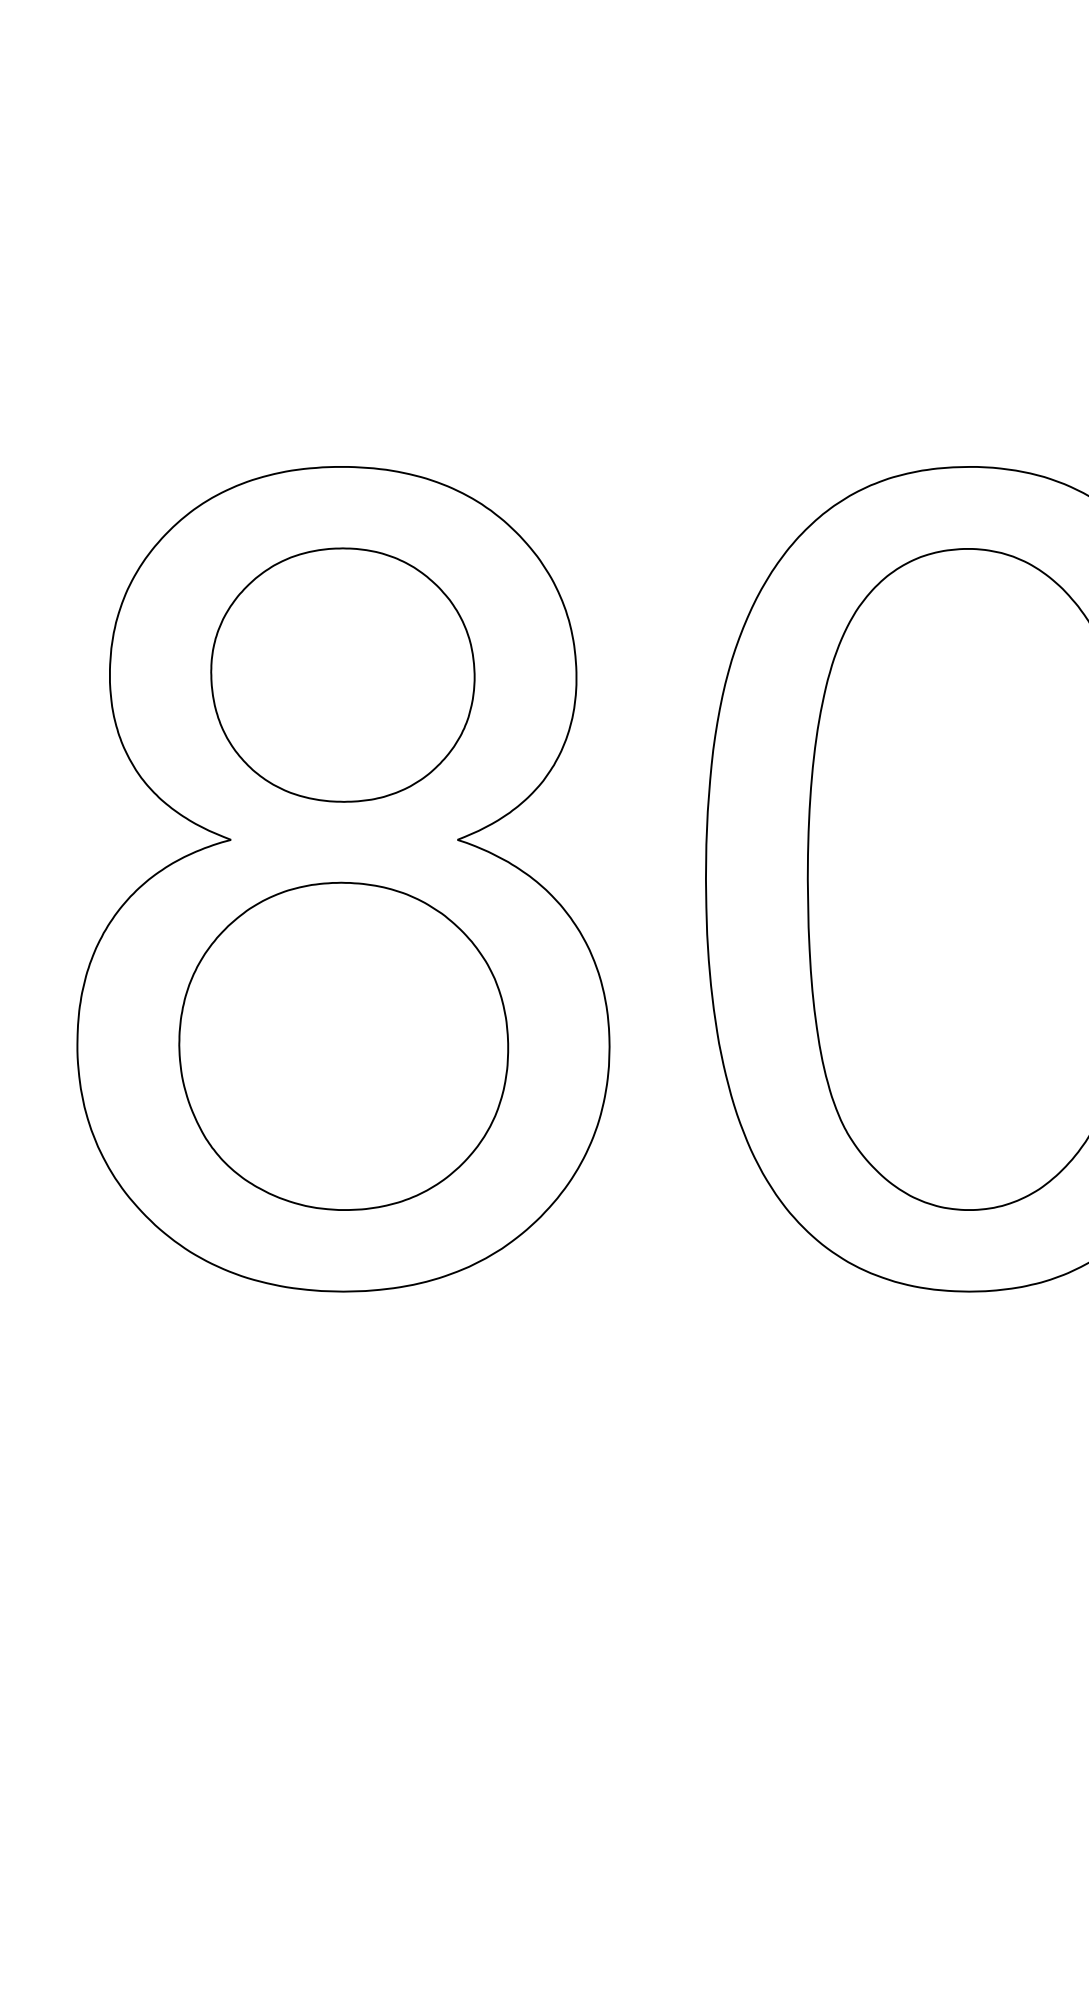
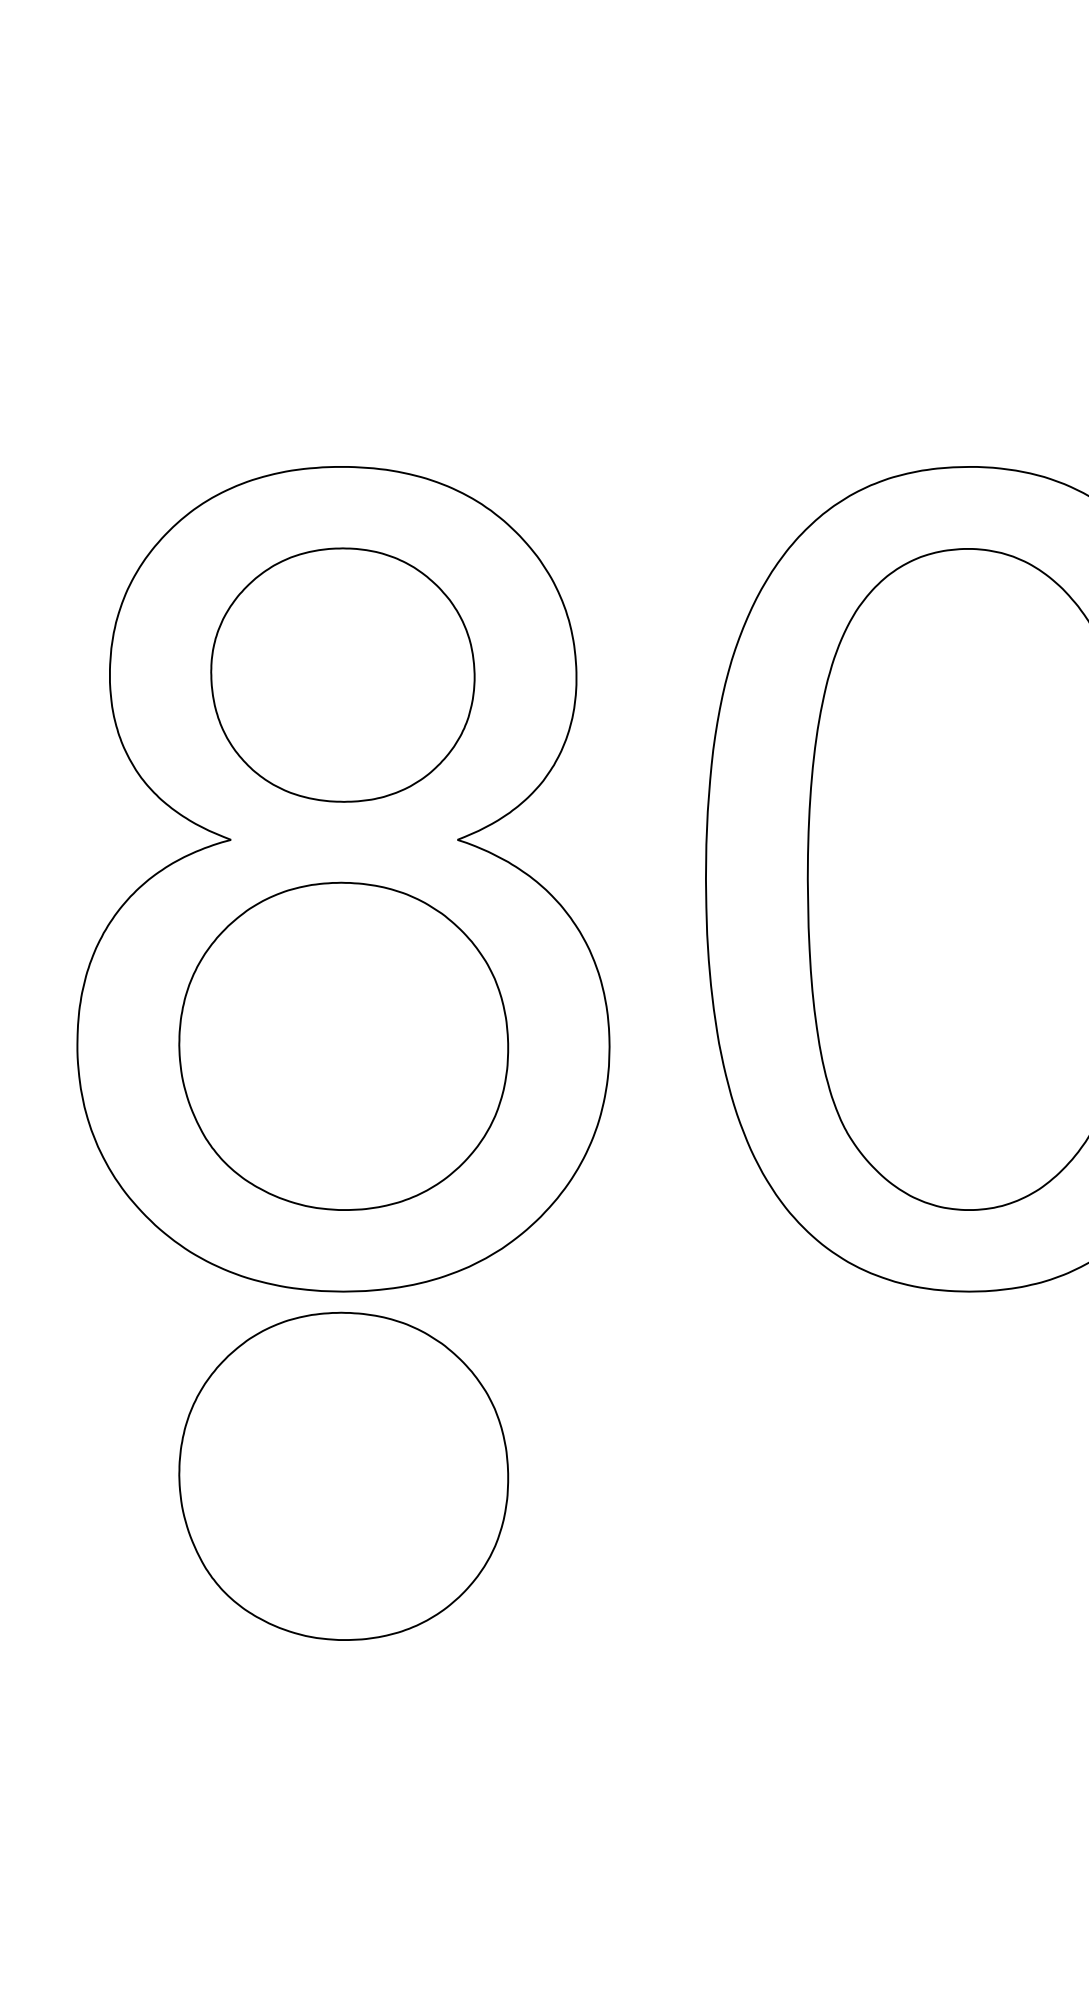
part at (343, 1475): none -> present
